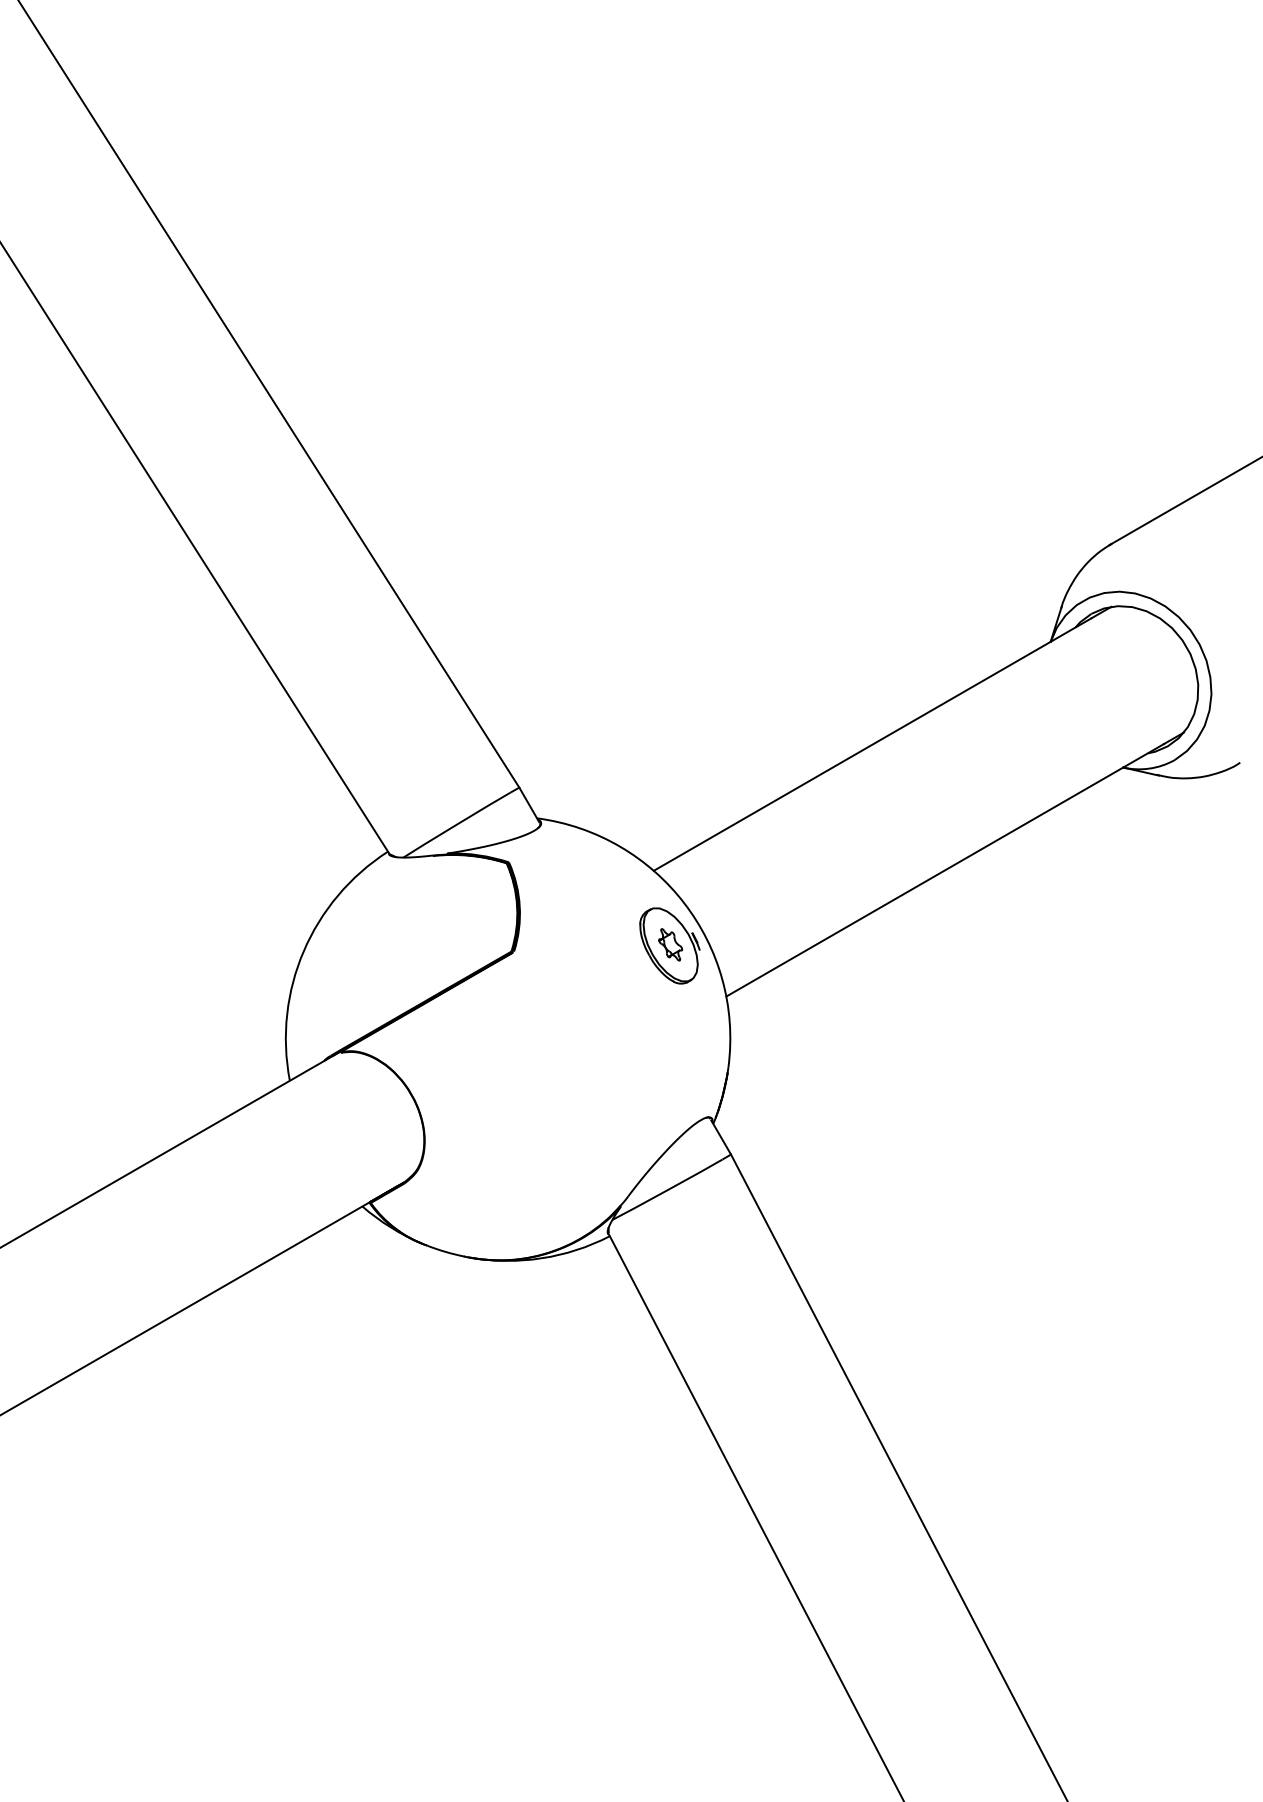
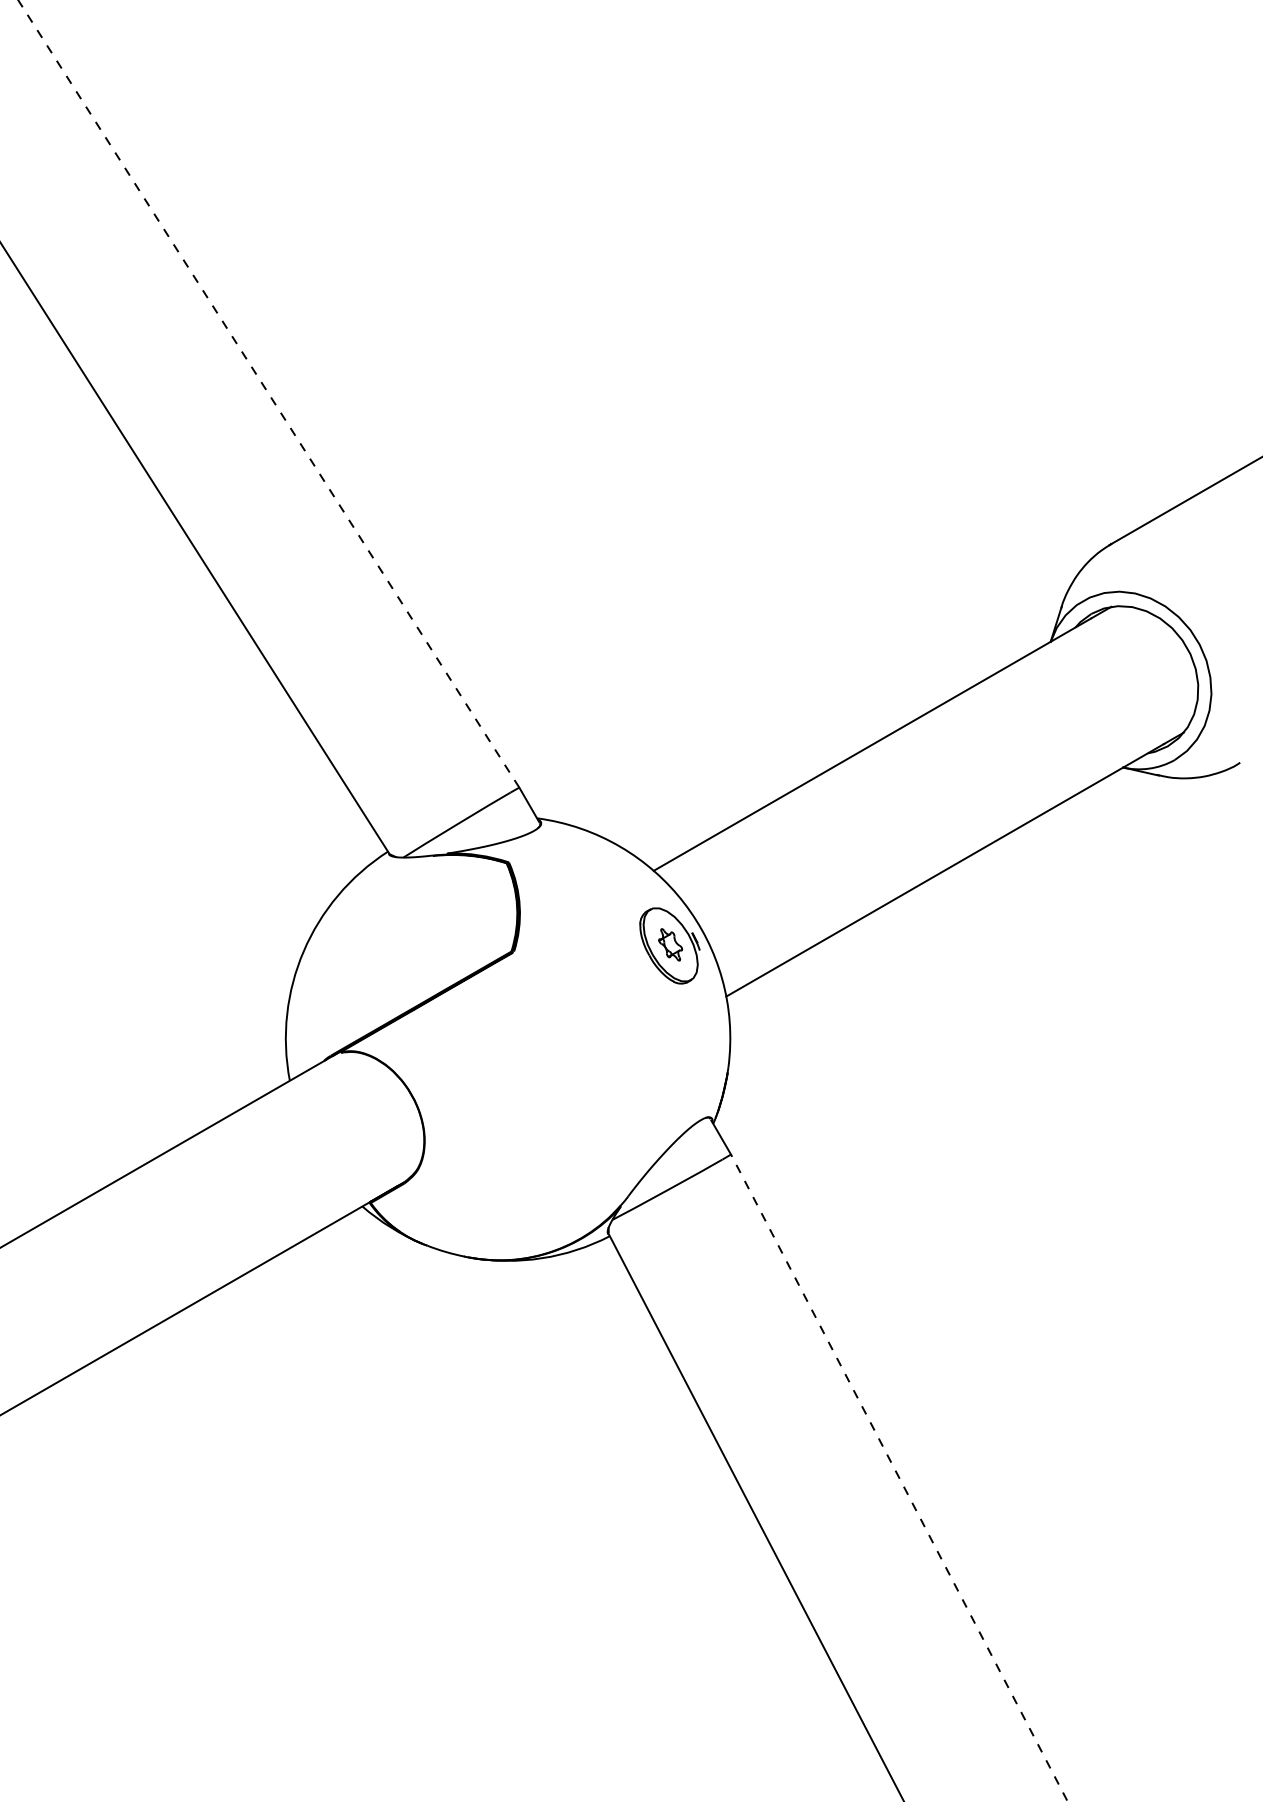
line at (268, 394): solid -> dashed
line at (899, 1478): solid -> dashed
